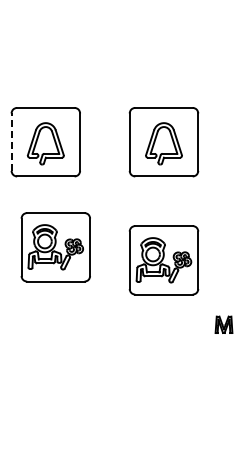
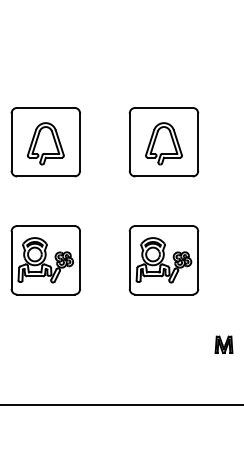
line at (11, 142): dashed -> solid
part at (55, 247) position: (55, 247) -> (45, 260)
part at (223, 324) position: (223, 324) -> (223, 344)
line at (121, 404): none -> present
